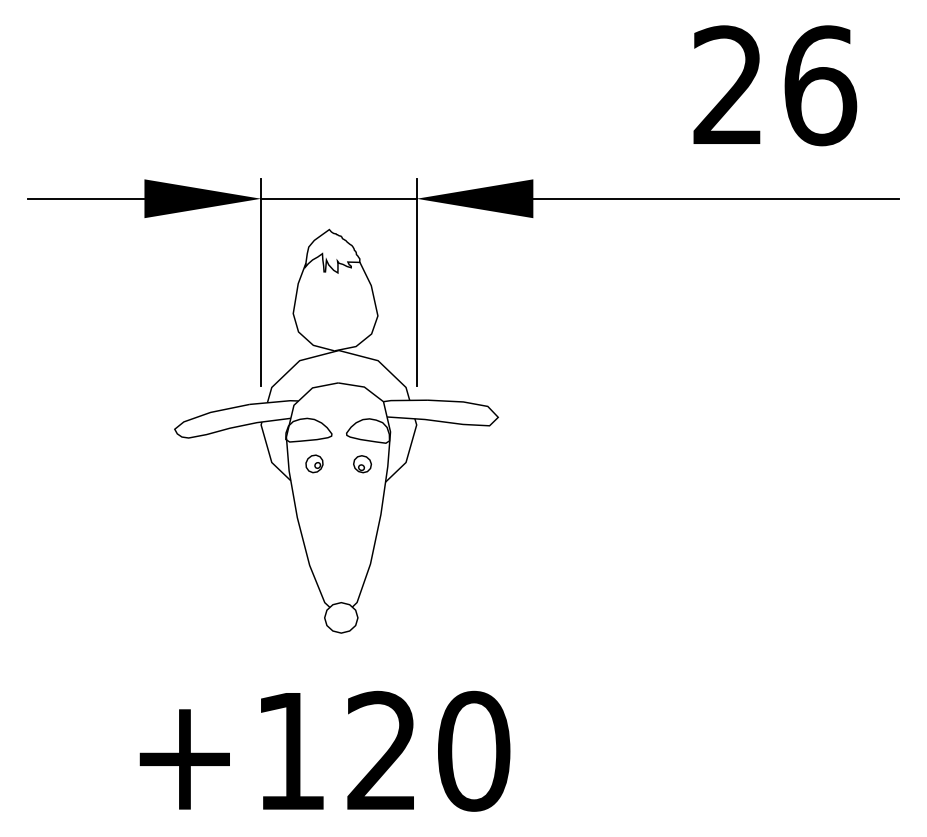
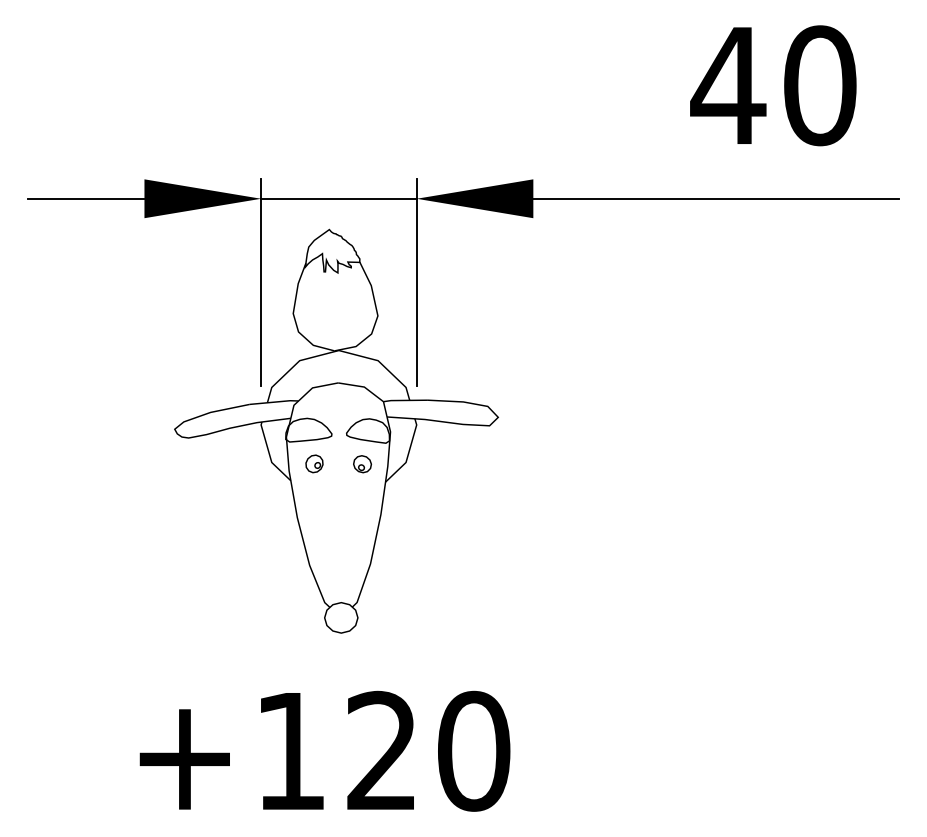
text at (773, 85): 26 -> 40
